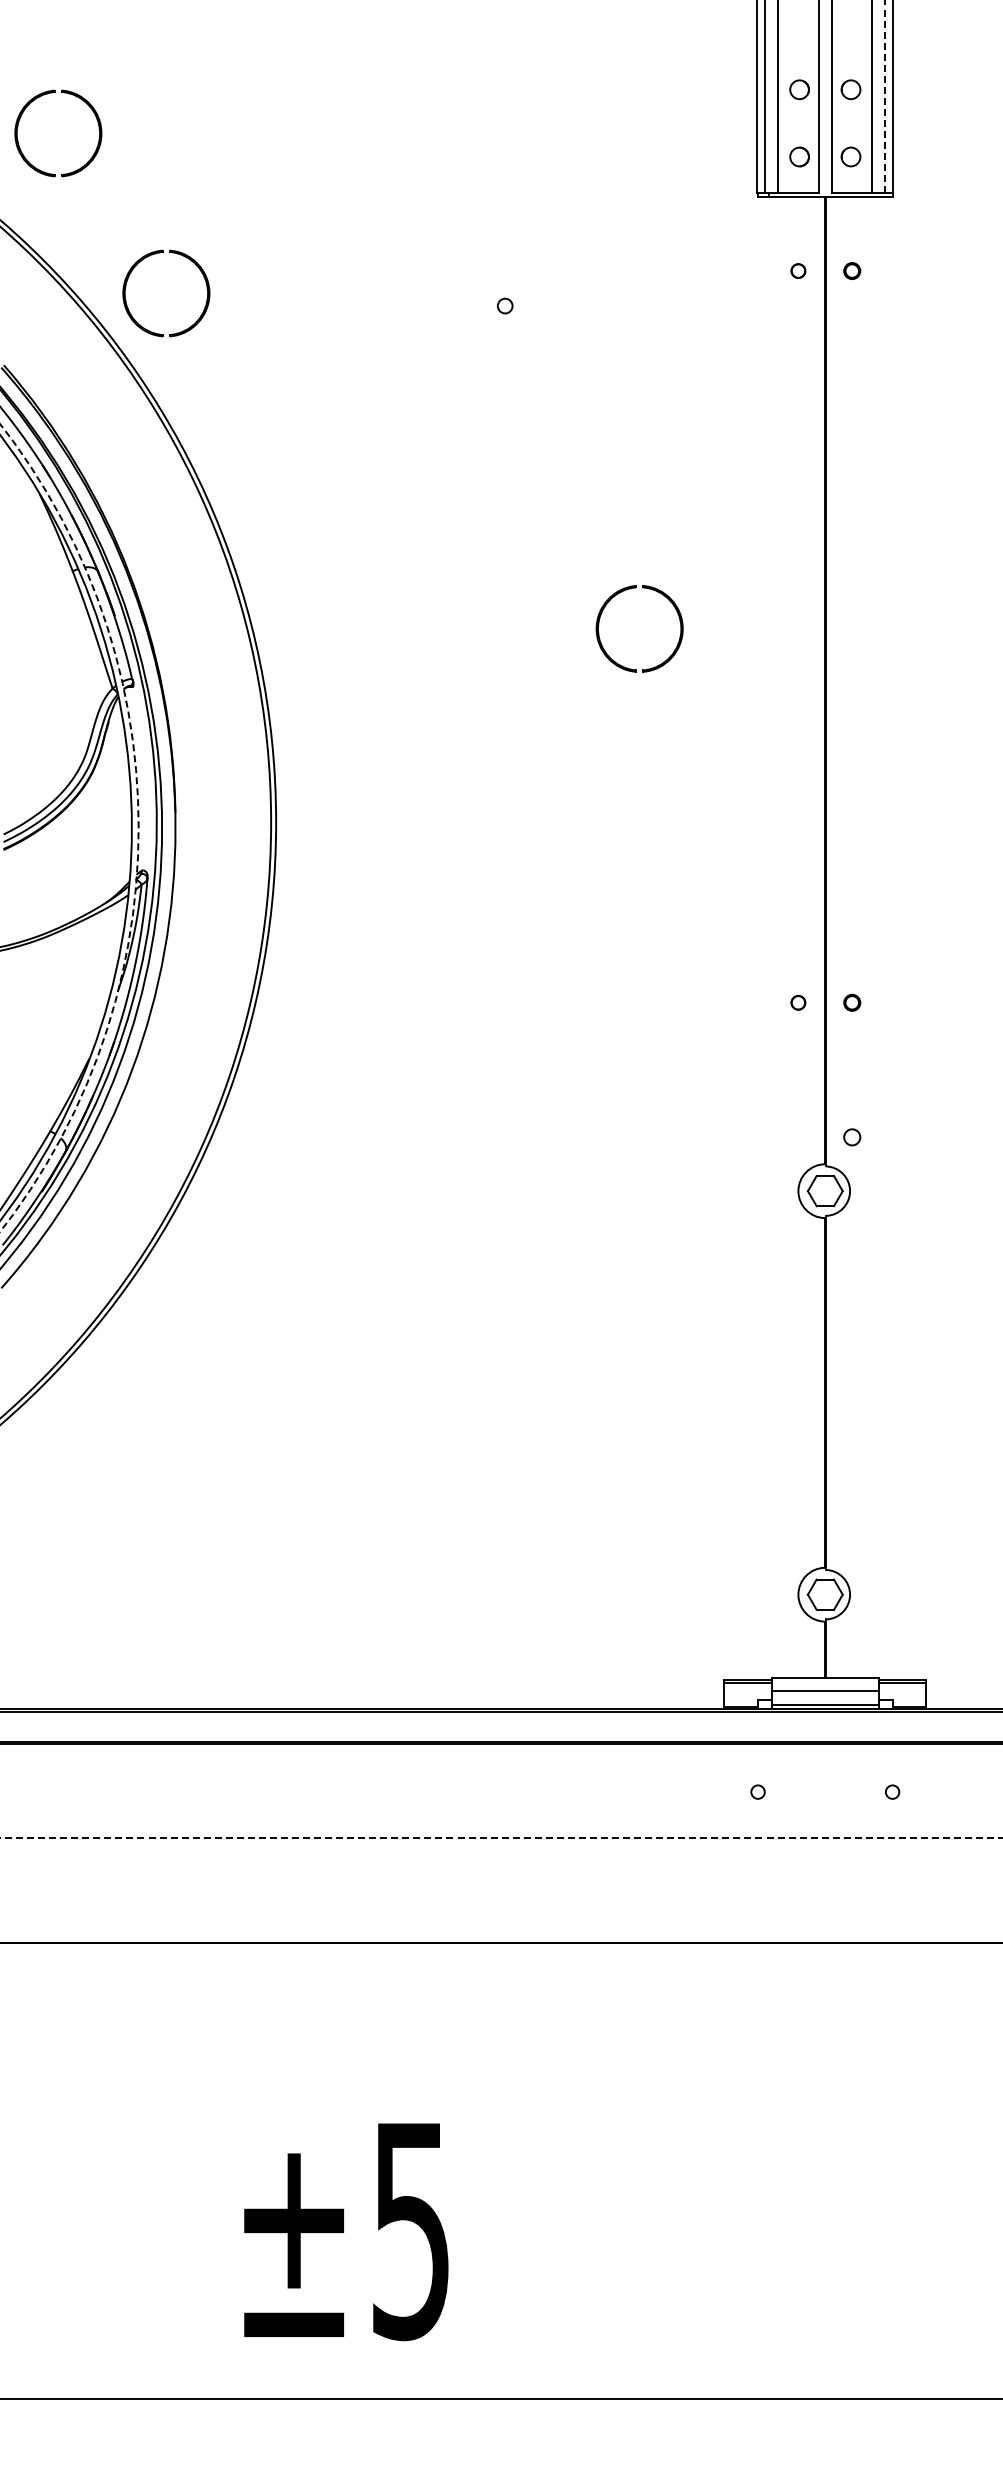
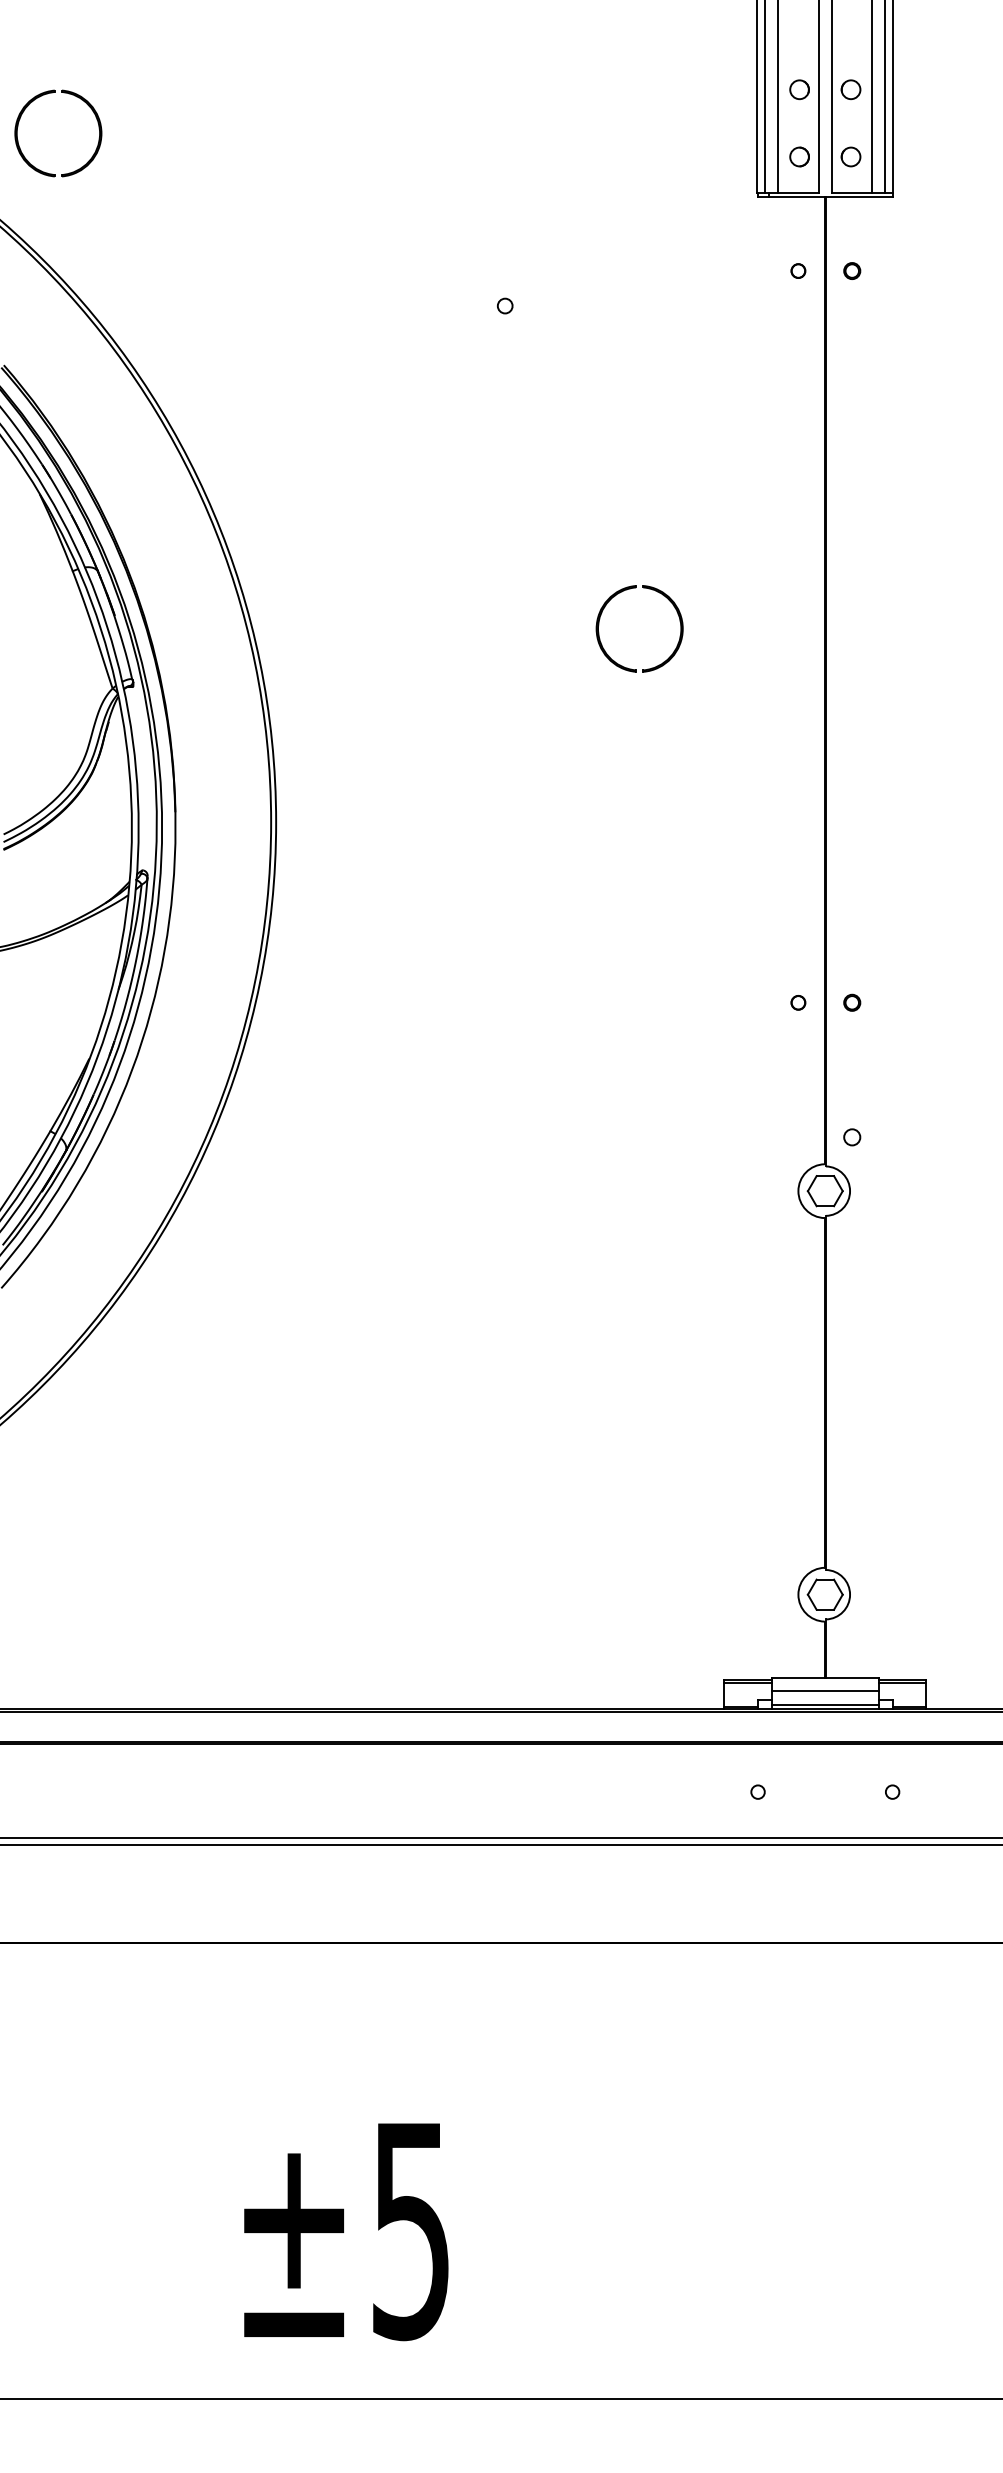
line at (885, 96): dashed -> solid
part at (189, 260): present -> none
arc at (138, 827): dashed -> solid
line at (501, 1838): dashed -> solid
line at (500, 1845): none -> present
